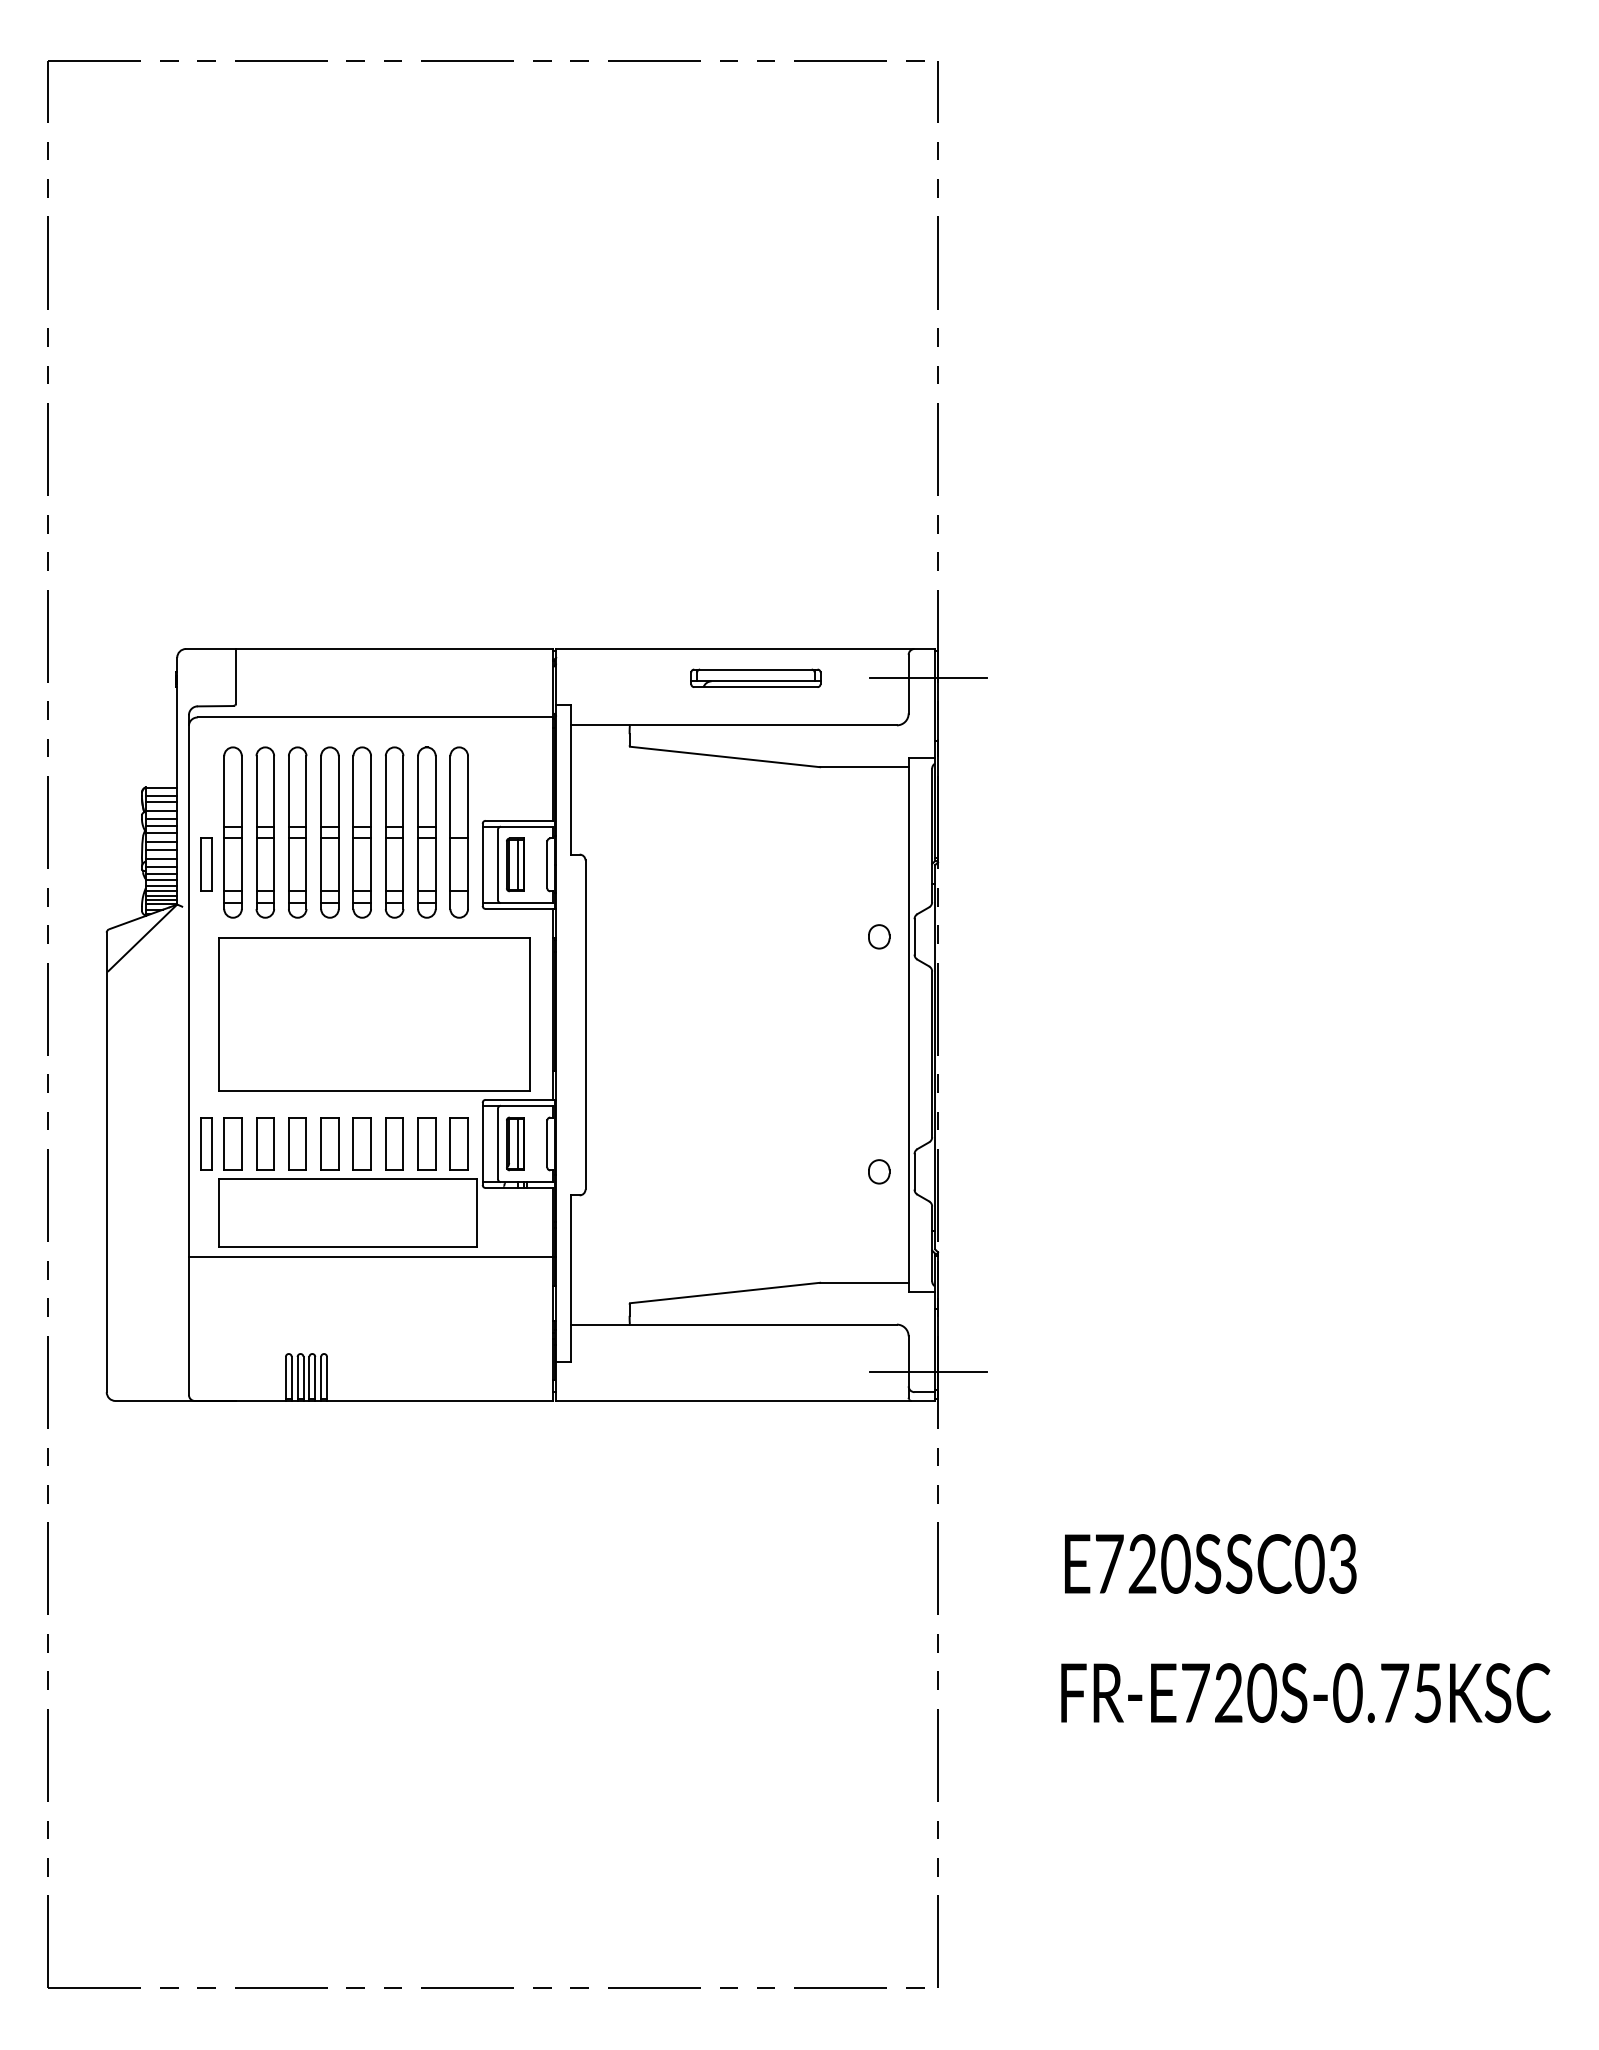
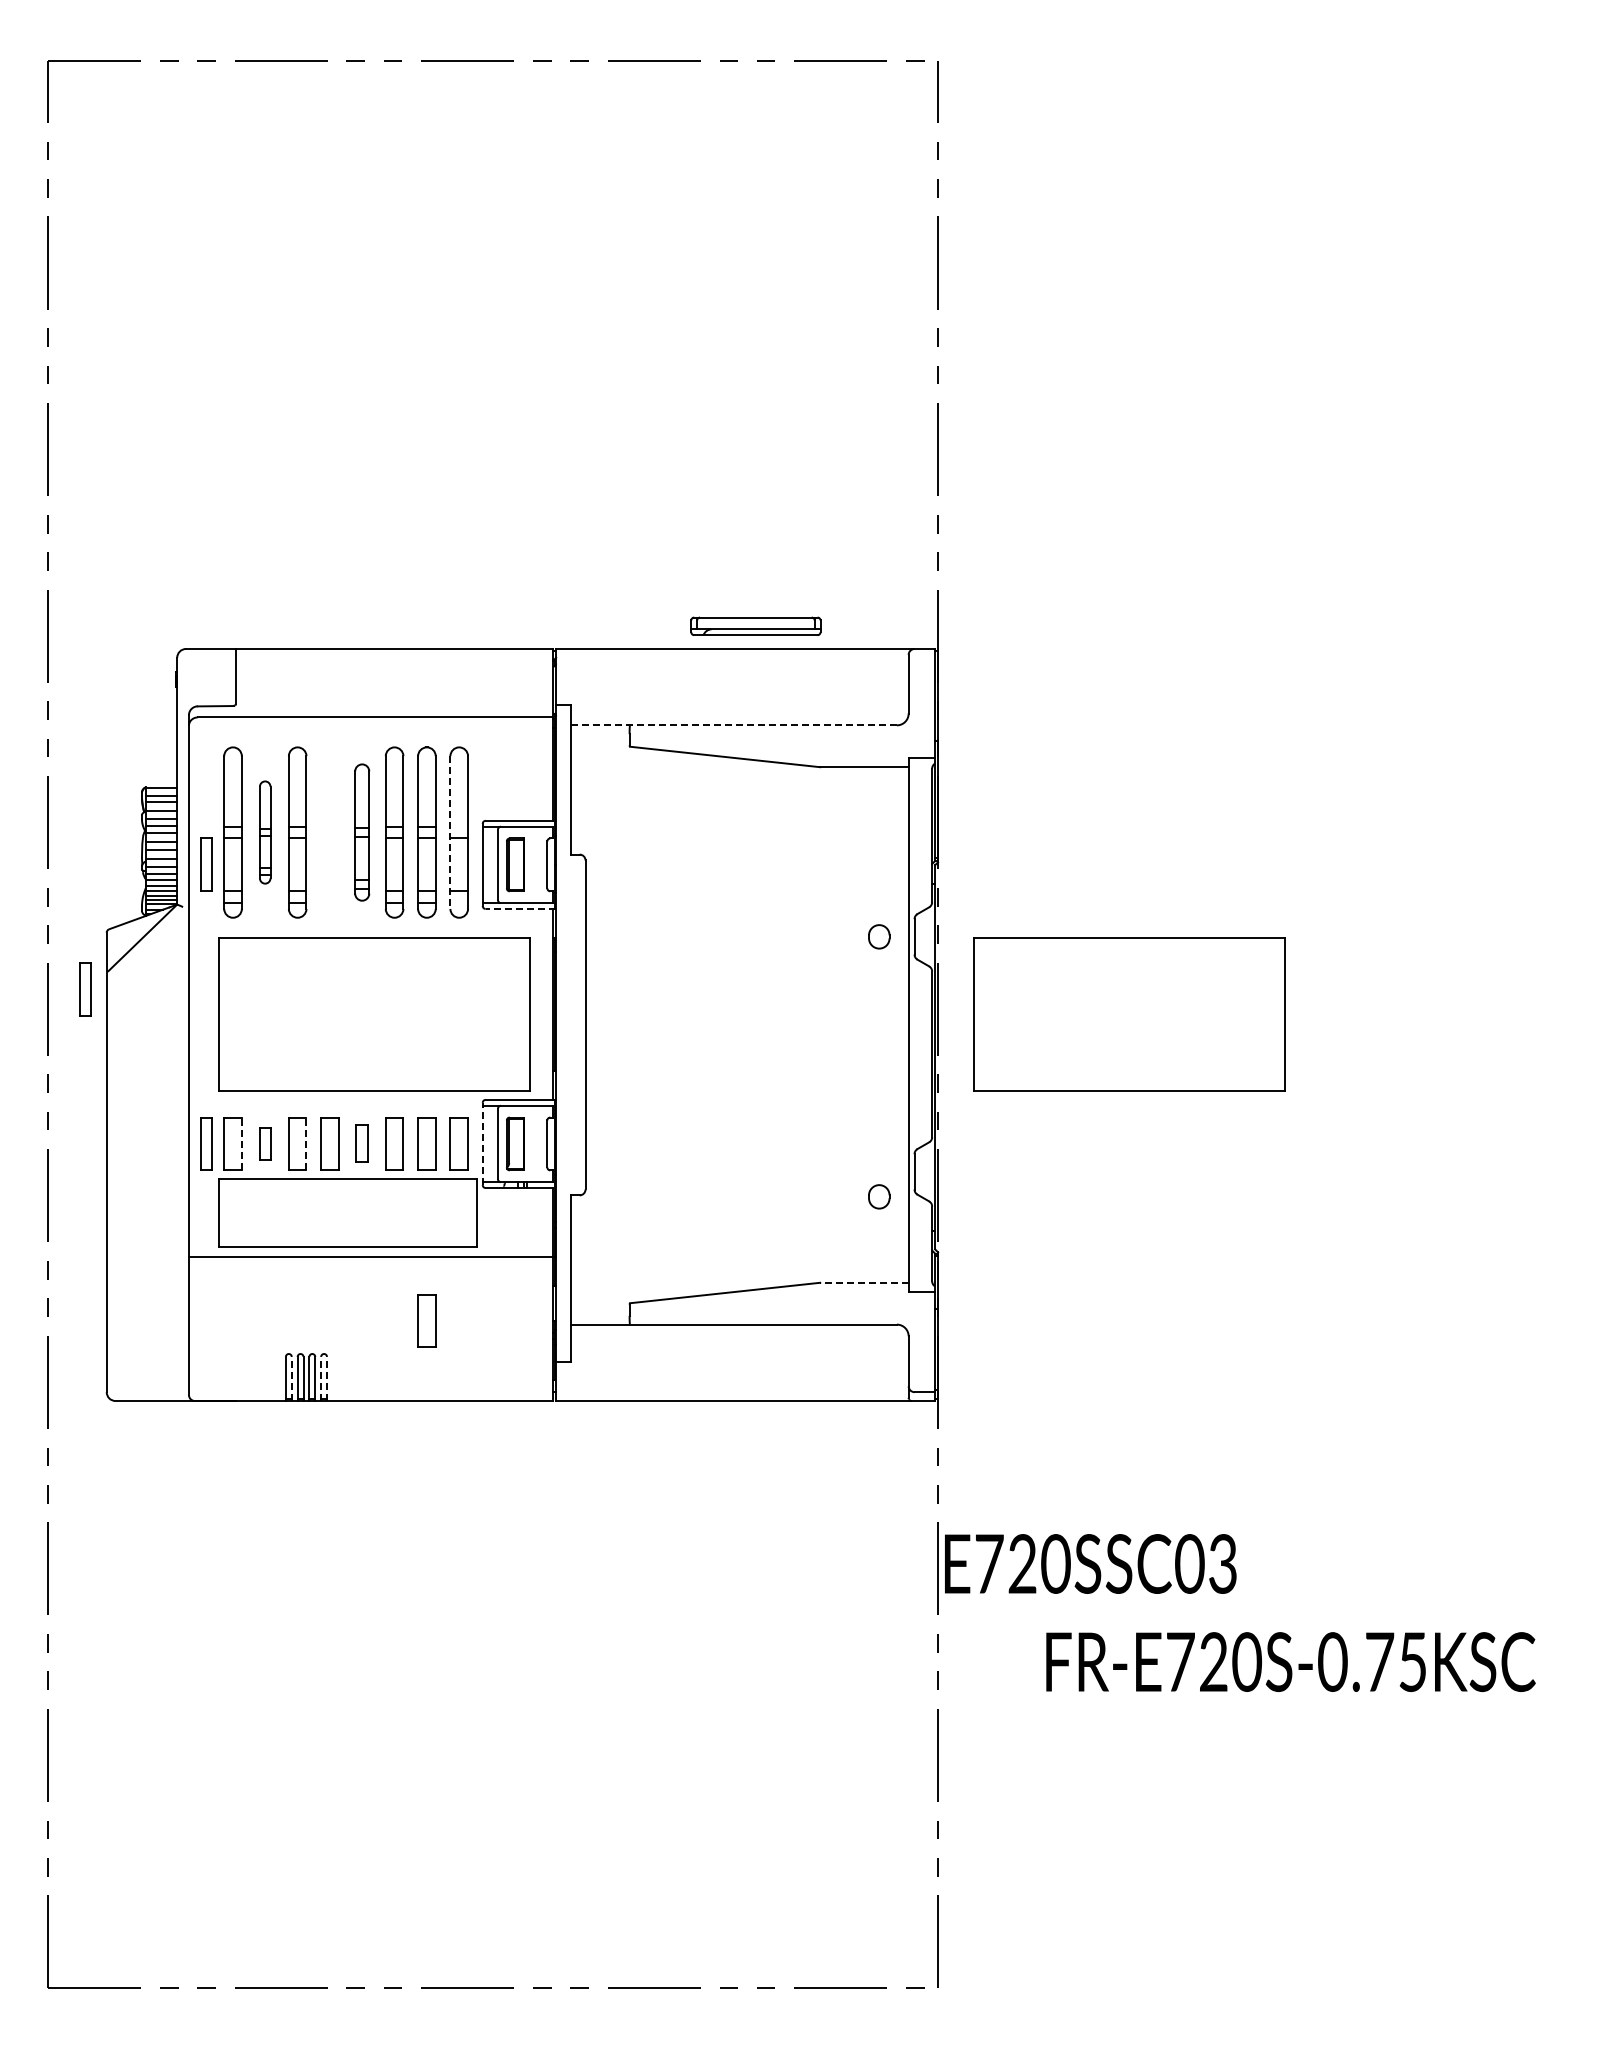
part at (755, 677) position: (755, 677) -> (755, 625)
line at (927, 678): present -> none
line at (734, 725): solid -> dashed
part at (264, 832) size: 20x173 px -> 13x105 px
part at (329, 832): present -> none
part at (361, 832) size: 20x173 px -> 17x139 px
line at (450, 833): solid -> dashed
line at (517, 864): present -> none
line at (520, 908): solid -> dashed
part at (85, 989): none -> present
part at (1129, 1014): none -> present
line at (241, 1143): solid -> dashed
part at (265, 1143) size: 19x54 px -> 13x34 px
line at (306, 1143): solid -> dashed
part at (361, 1143) size: 20x54 px -> 14x39 px
line at (482, 1143): solid -> dashed
line at (517, 1143): present -> none
part at (879, 1171) position: (879, 1171) -> (879, 1196)
line at (863, 1282): solid -> dashed
part at (426, 1320): none -> present
line at (927, 1371): present -> none
line at (291, 1378): solid -> dashed
line at (321, 1378): solid -> dashed
line at (327, 1378): solid -> dashed
text at (1210, 1563) position: (1210, 1563) -> (1090, 1563)
text at (1305, 1692) position: (1305, 1692) -> (1290, 1661)
